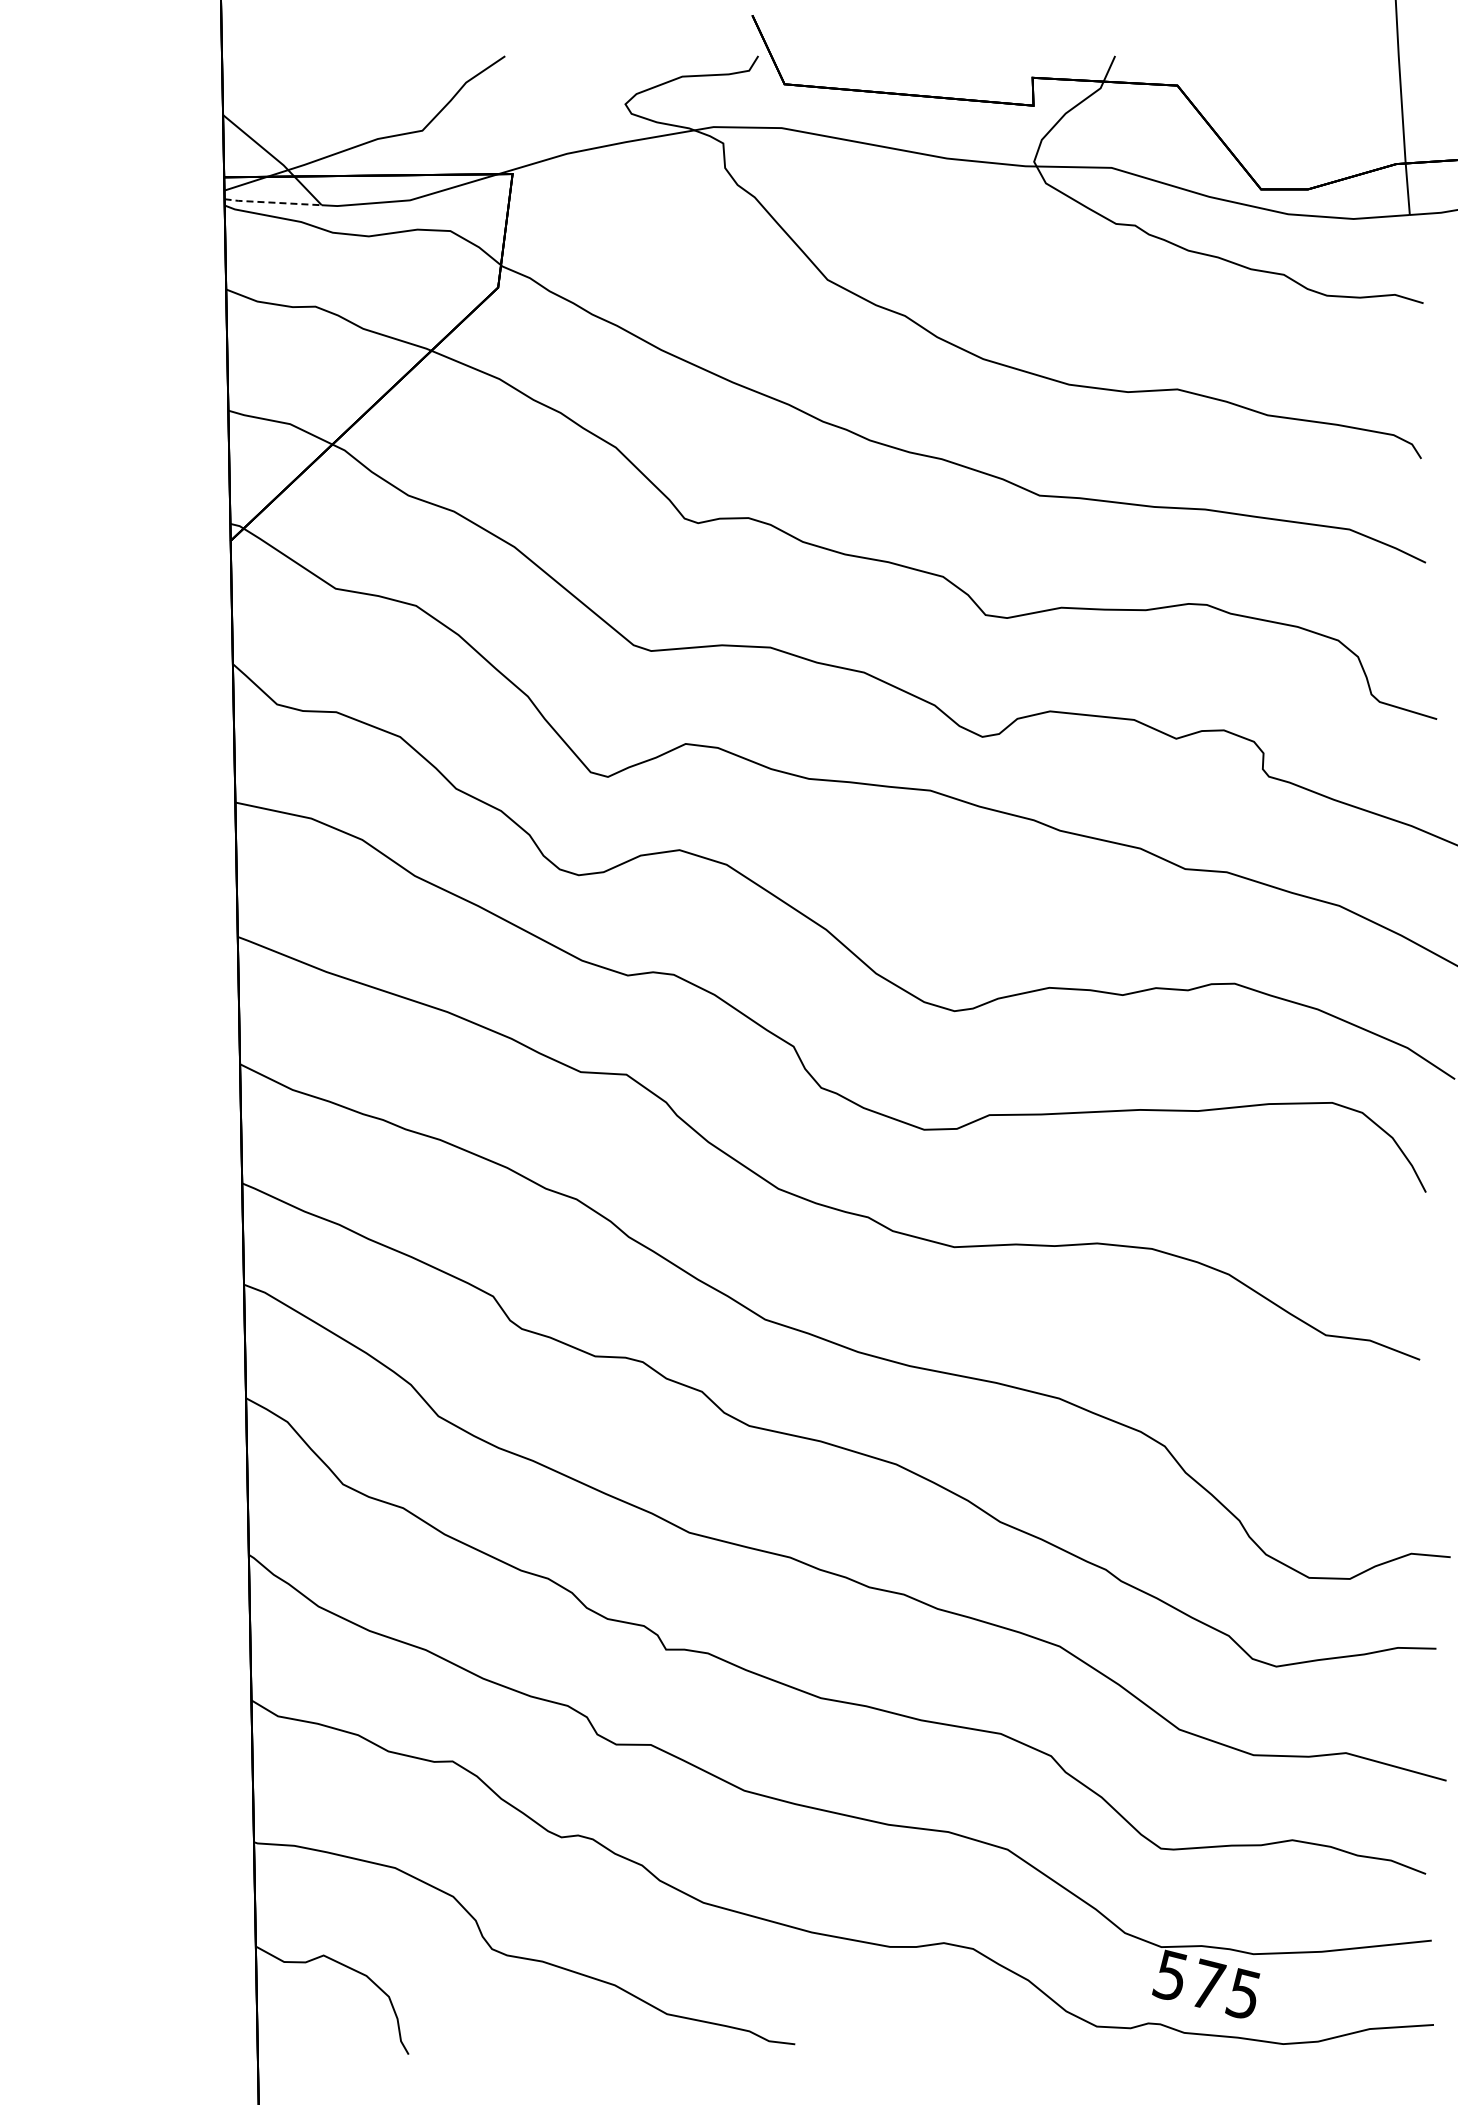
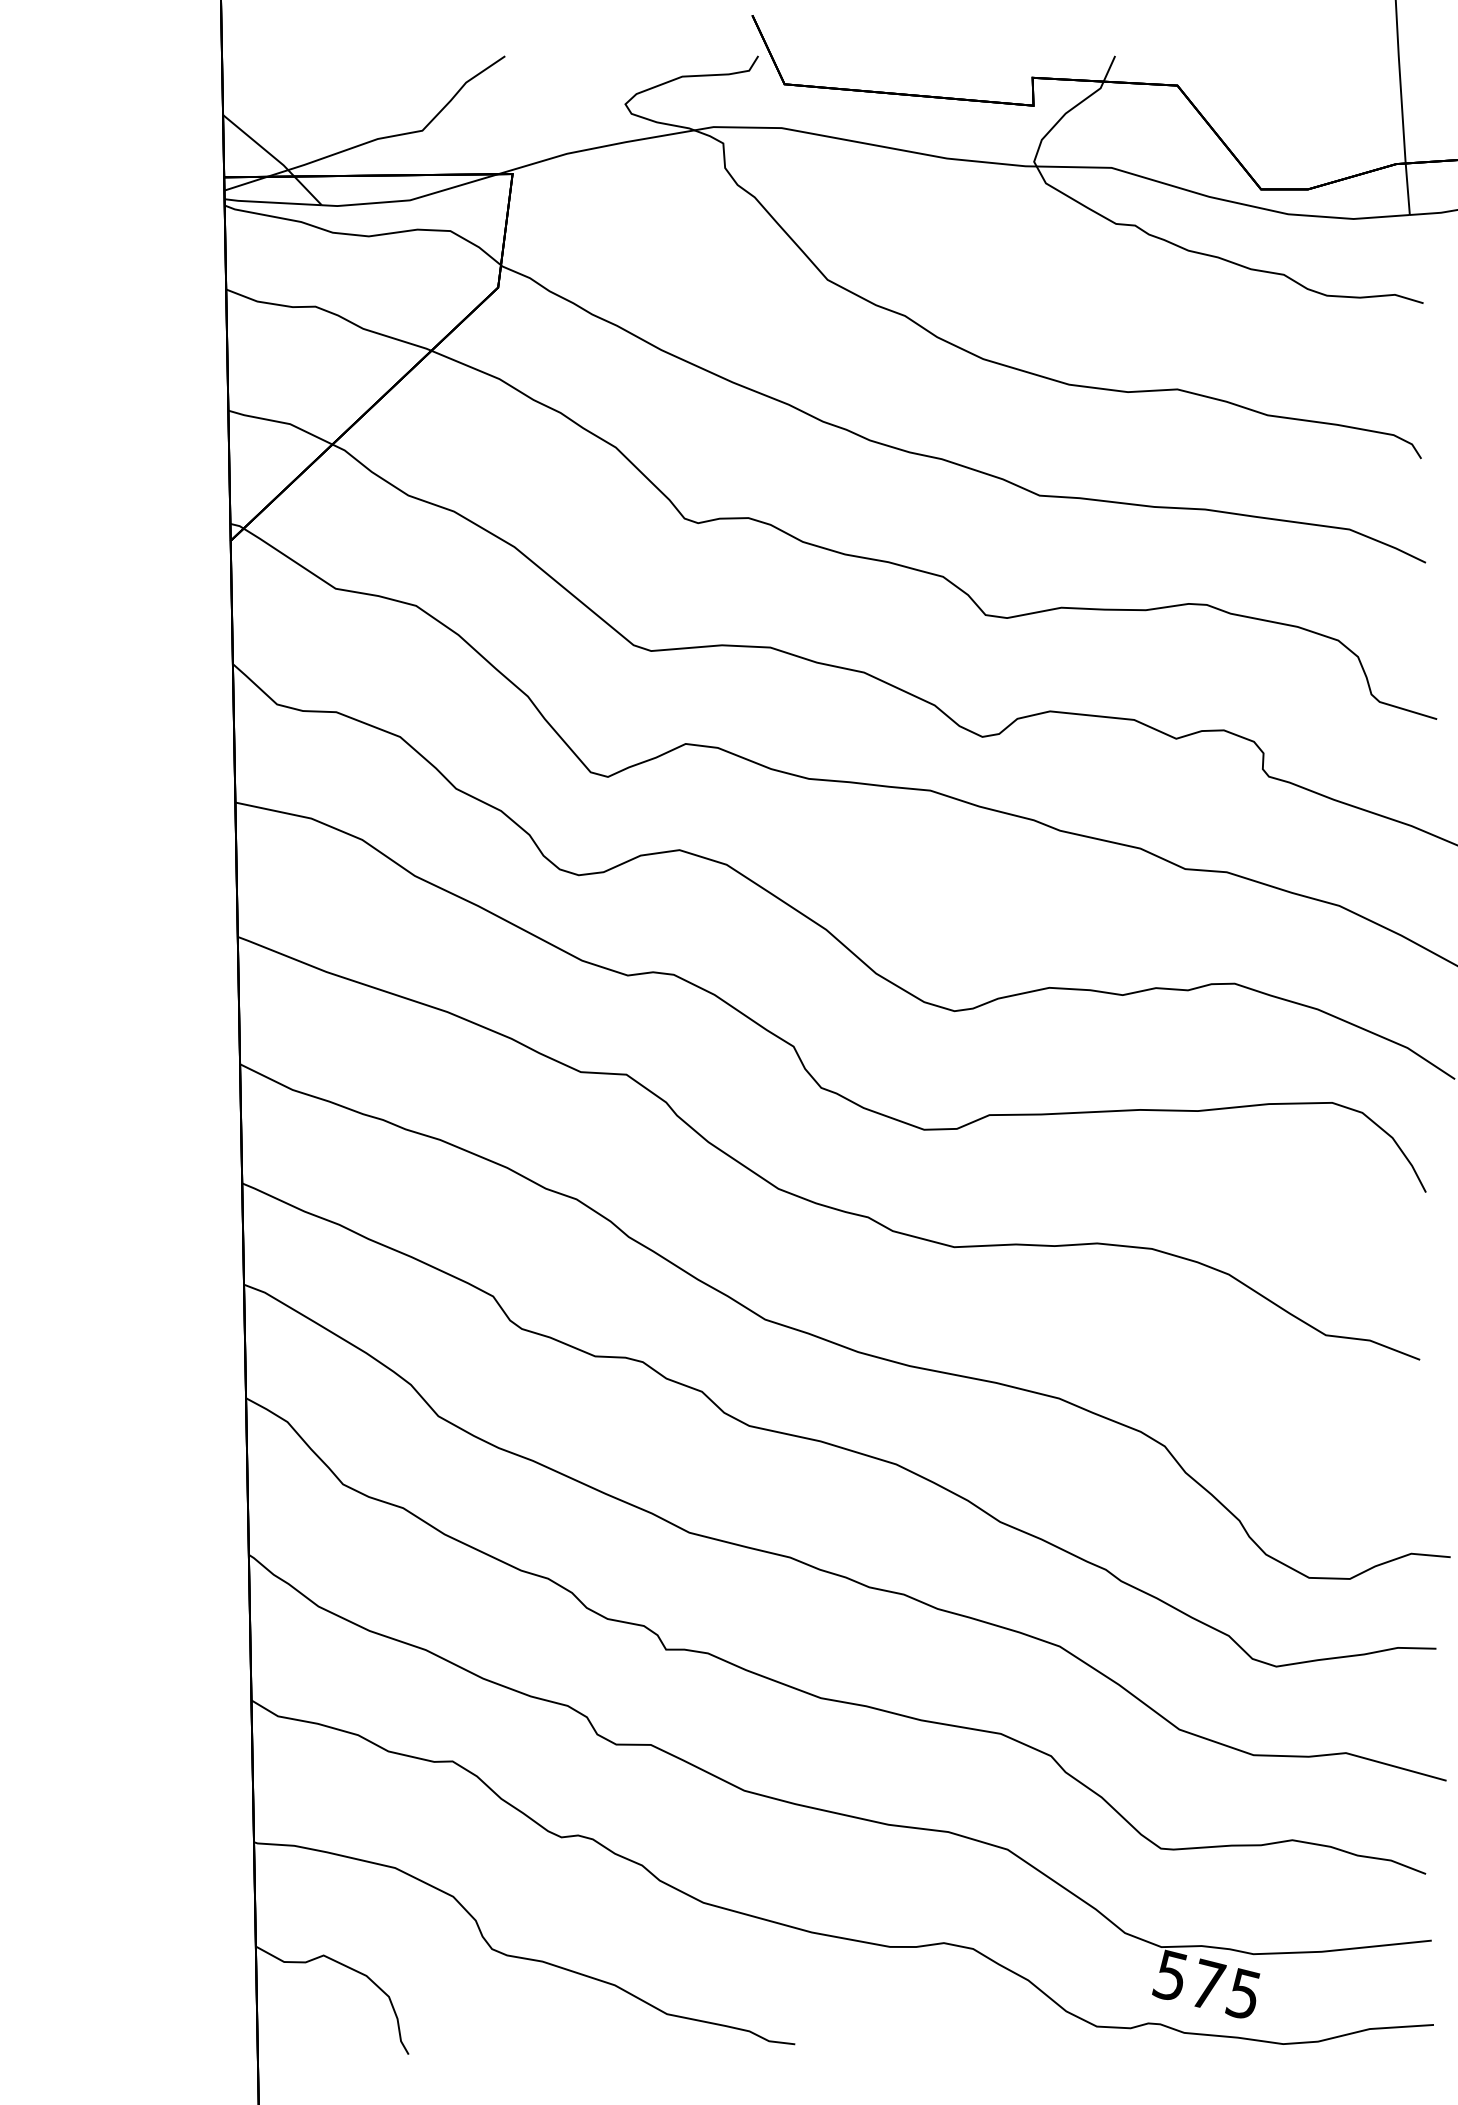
line at (273, 202): dashed -> solid
